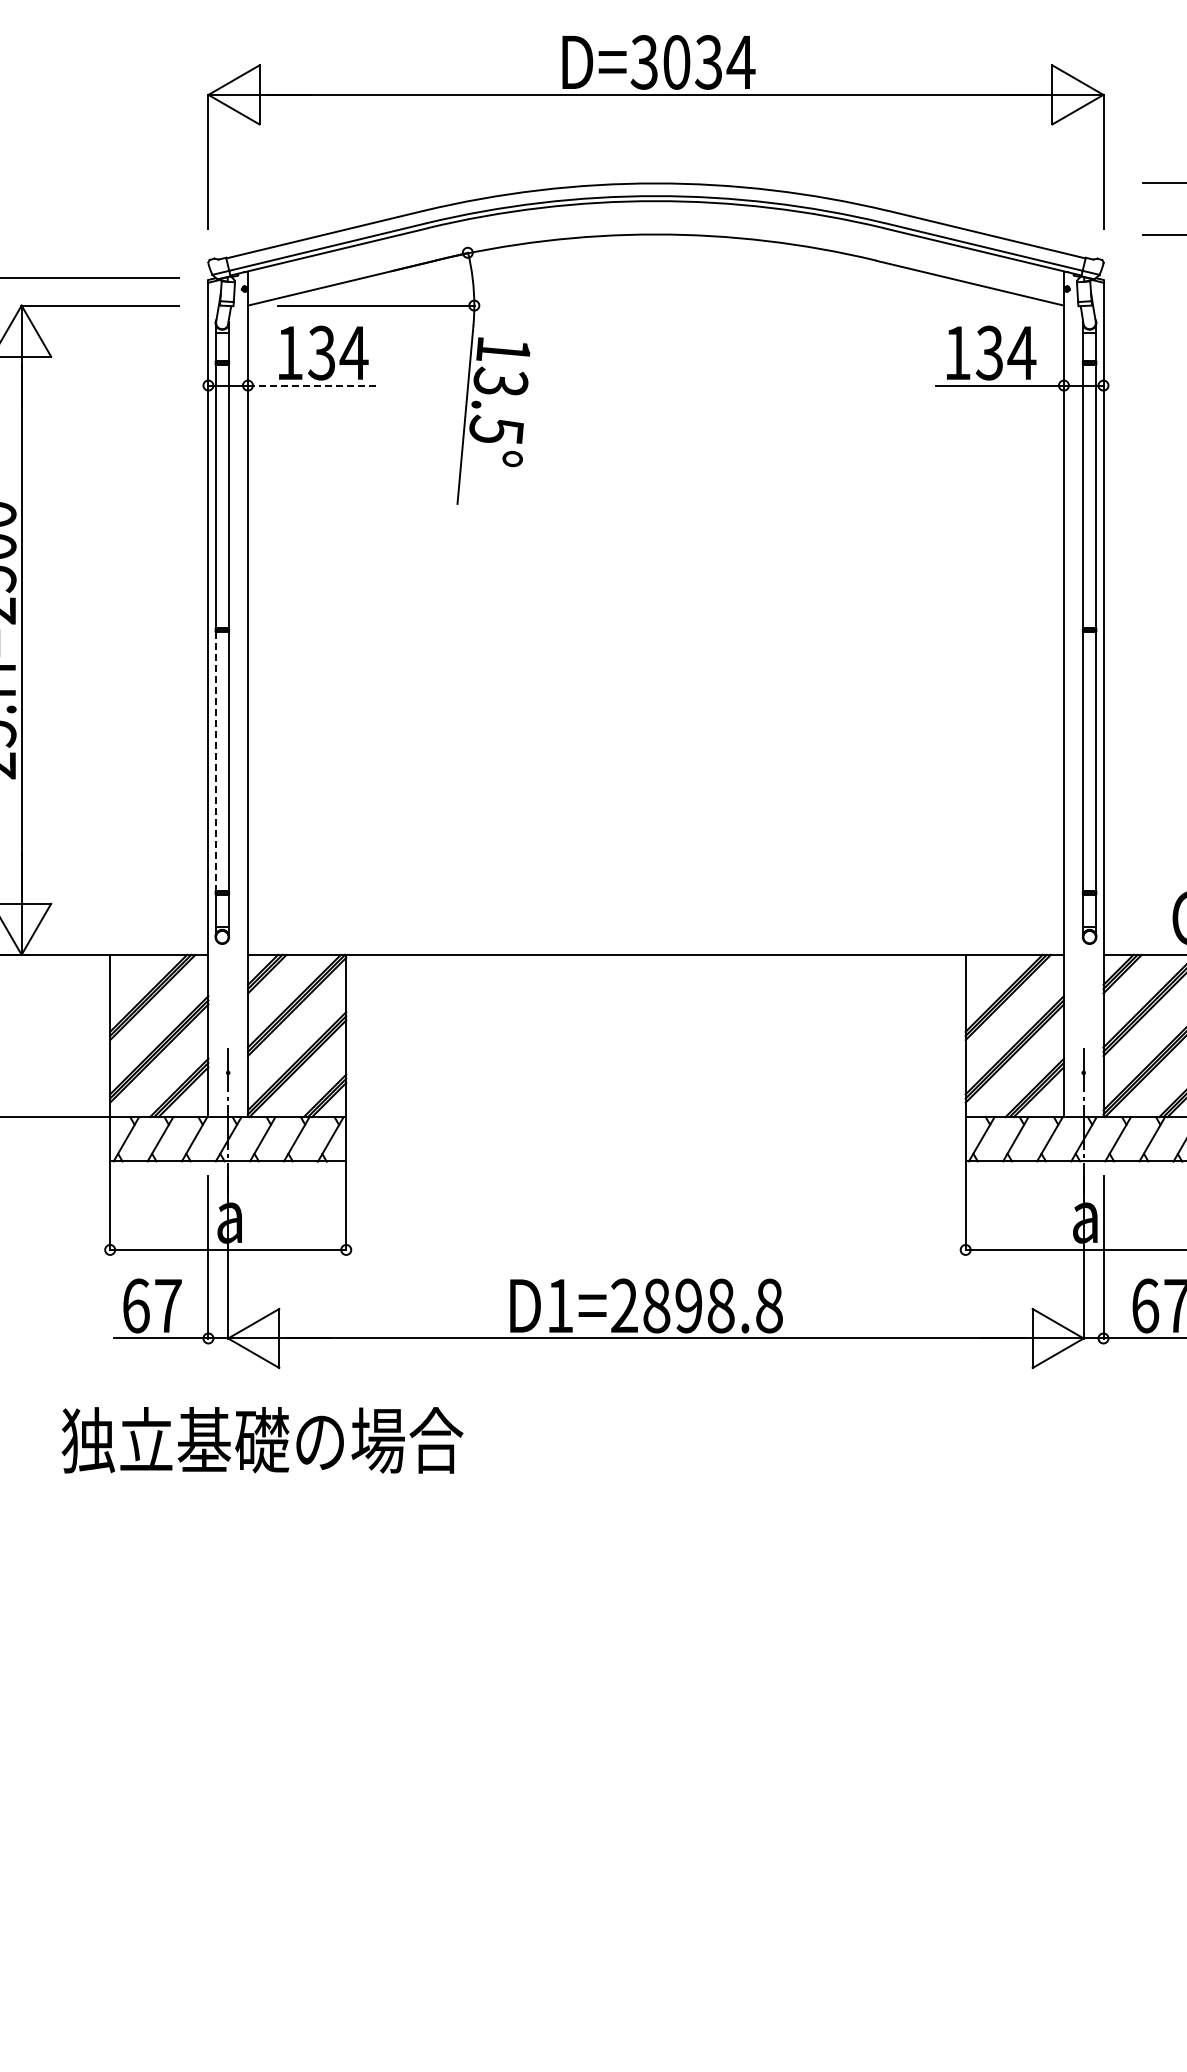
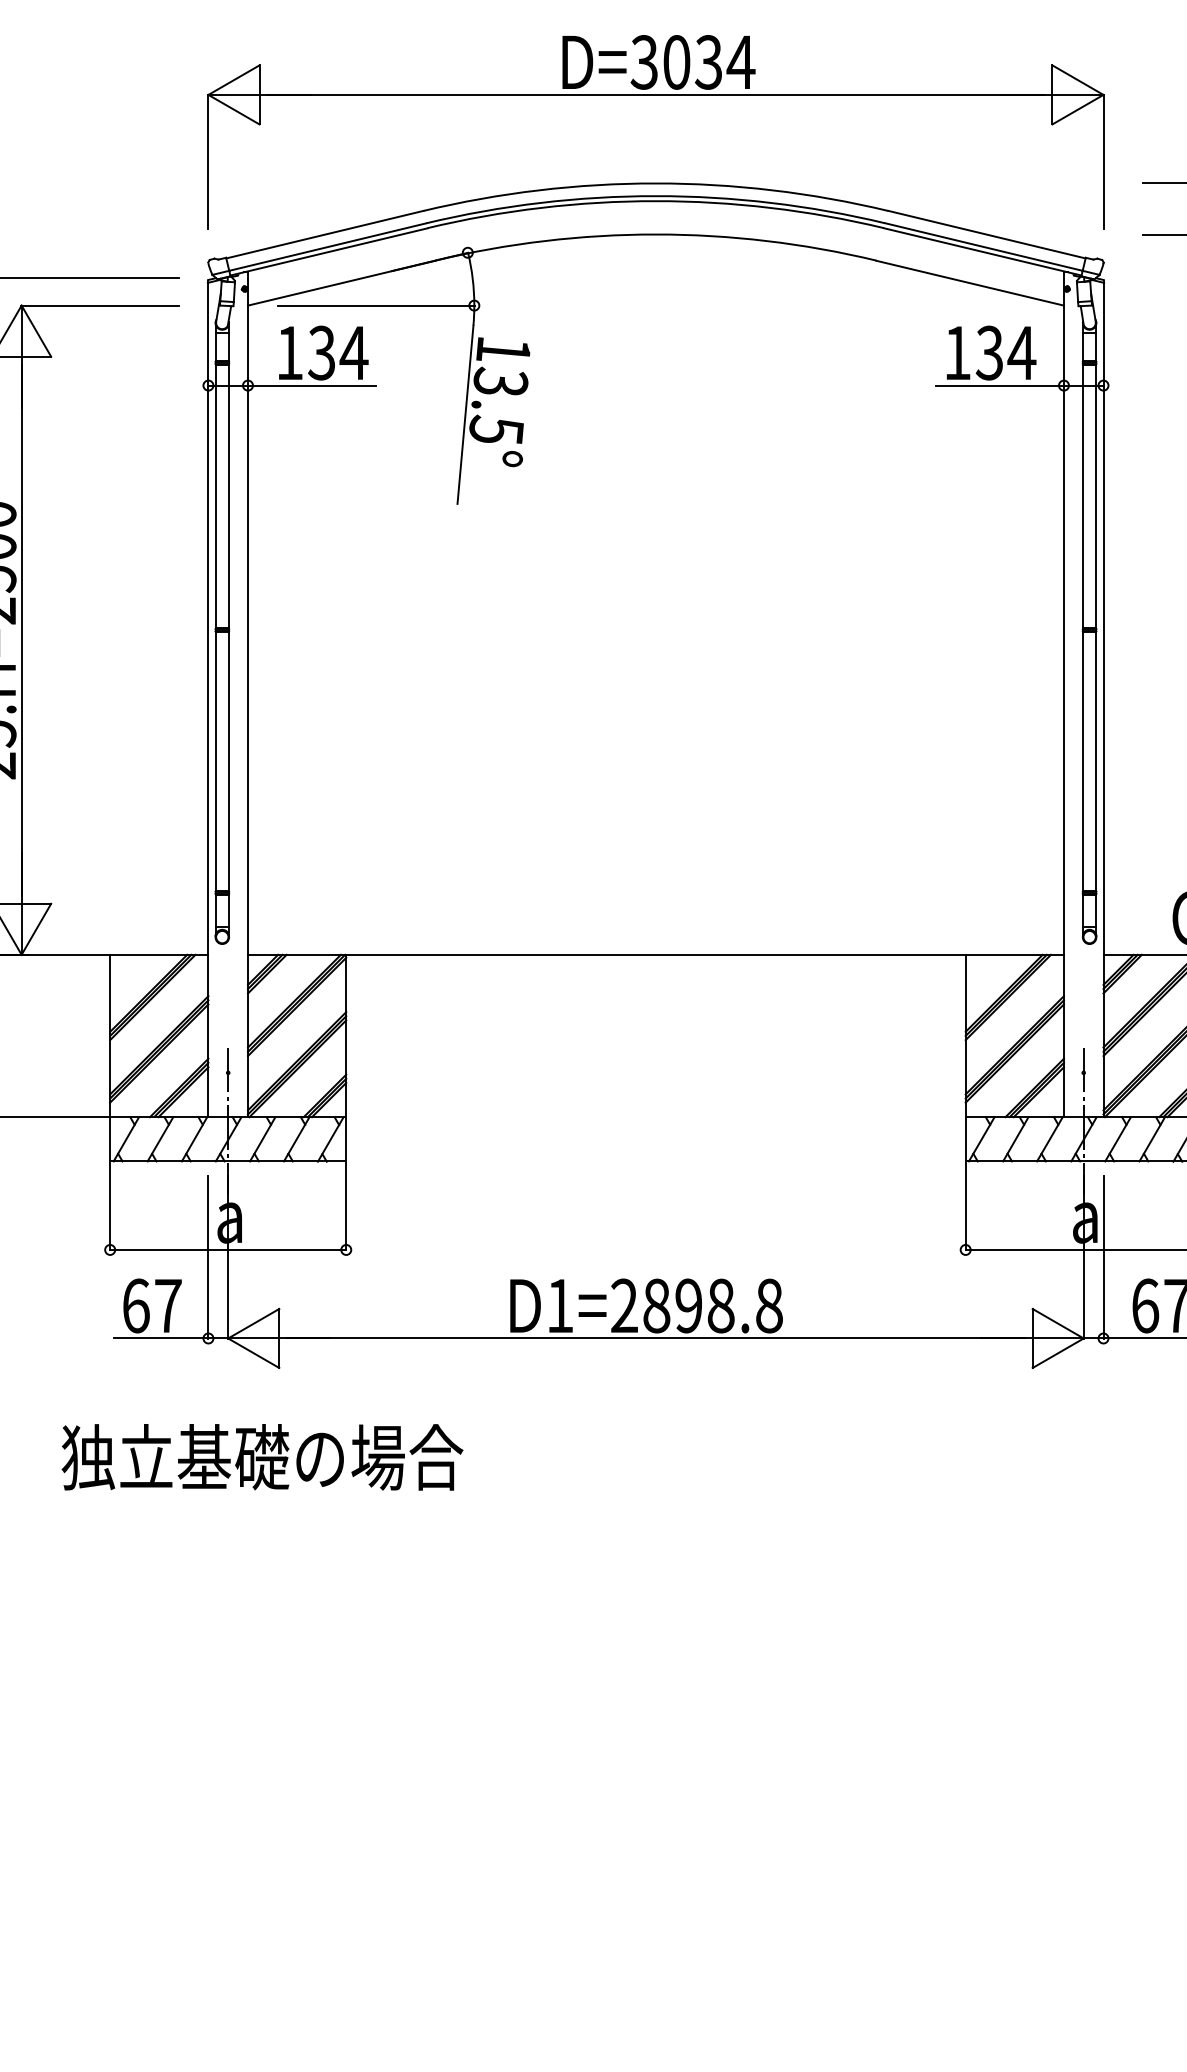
line at (312, 385): dashed -> solid
line at (216, 761): dashed -> solid
text at (262, 1440) position: (262, 1440) -> (262, 1457)
